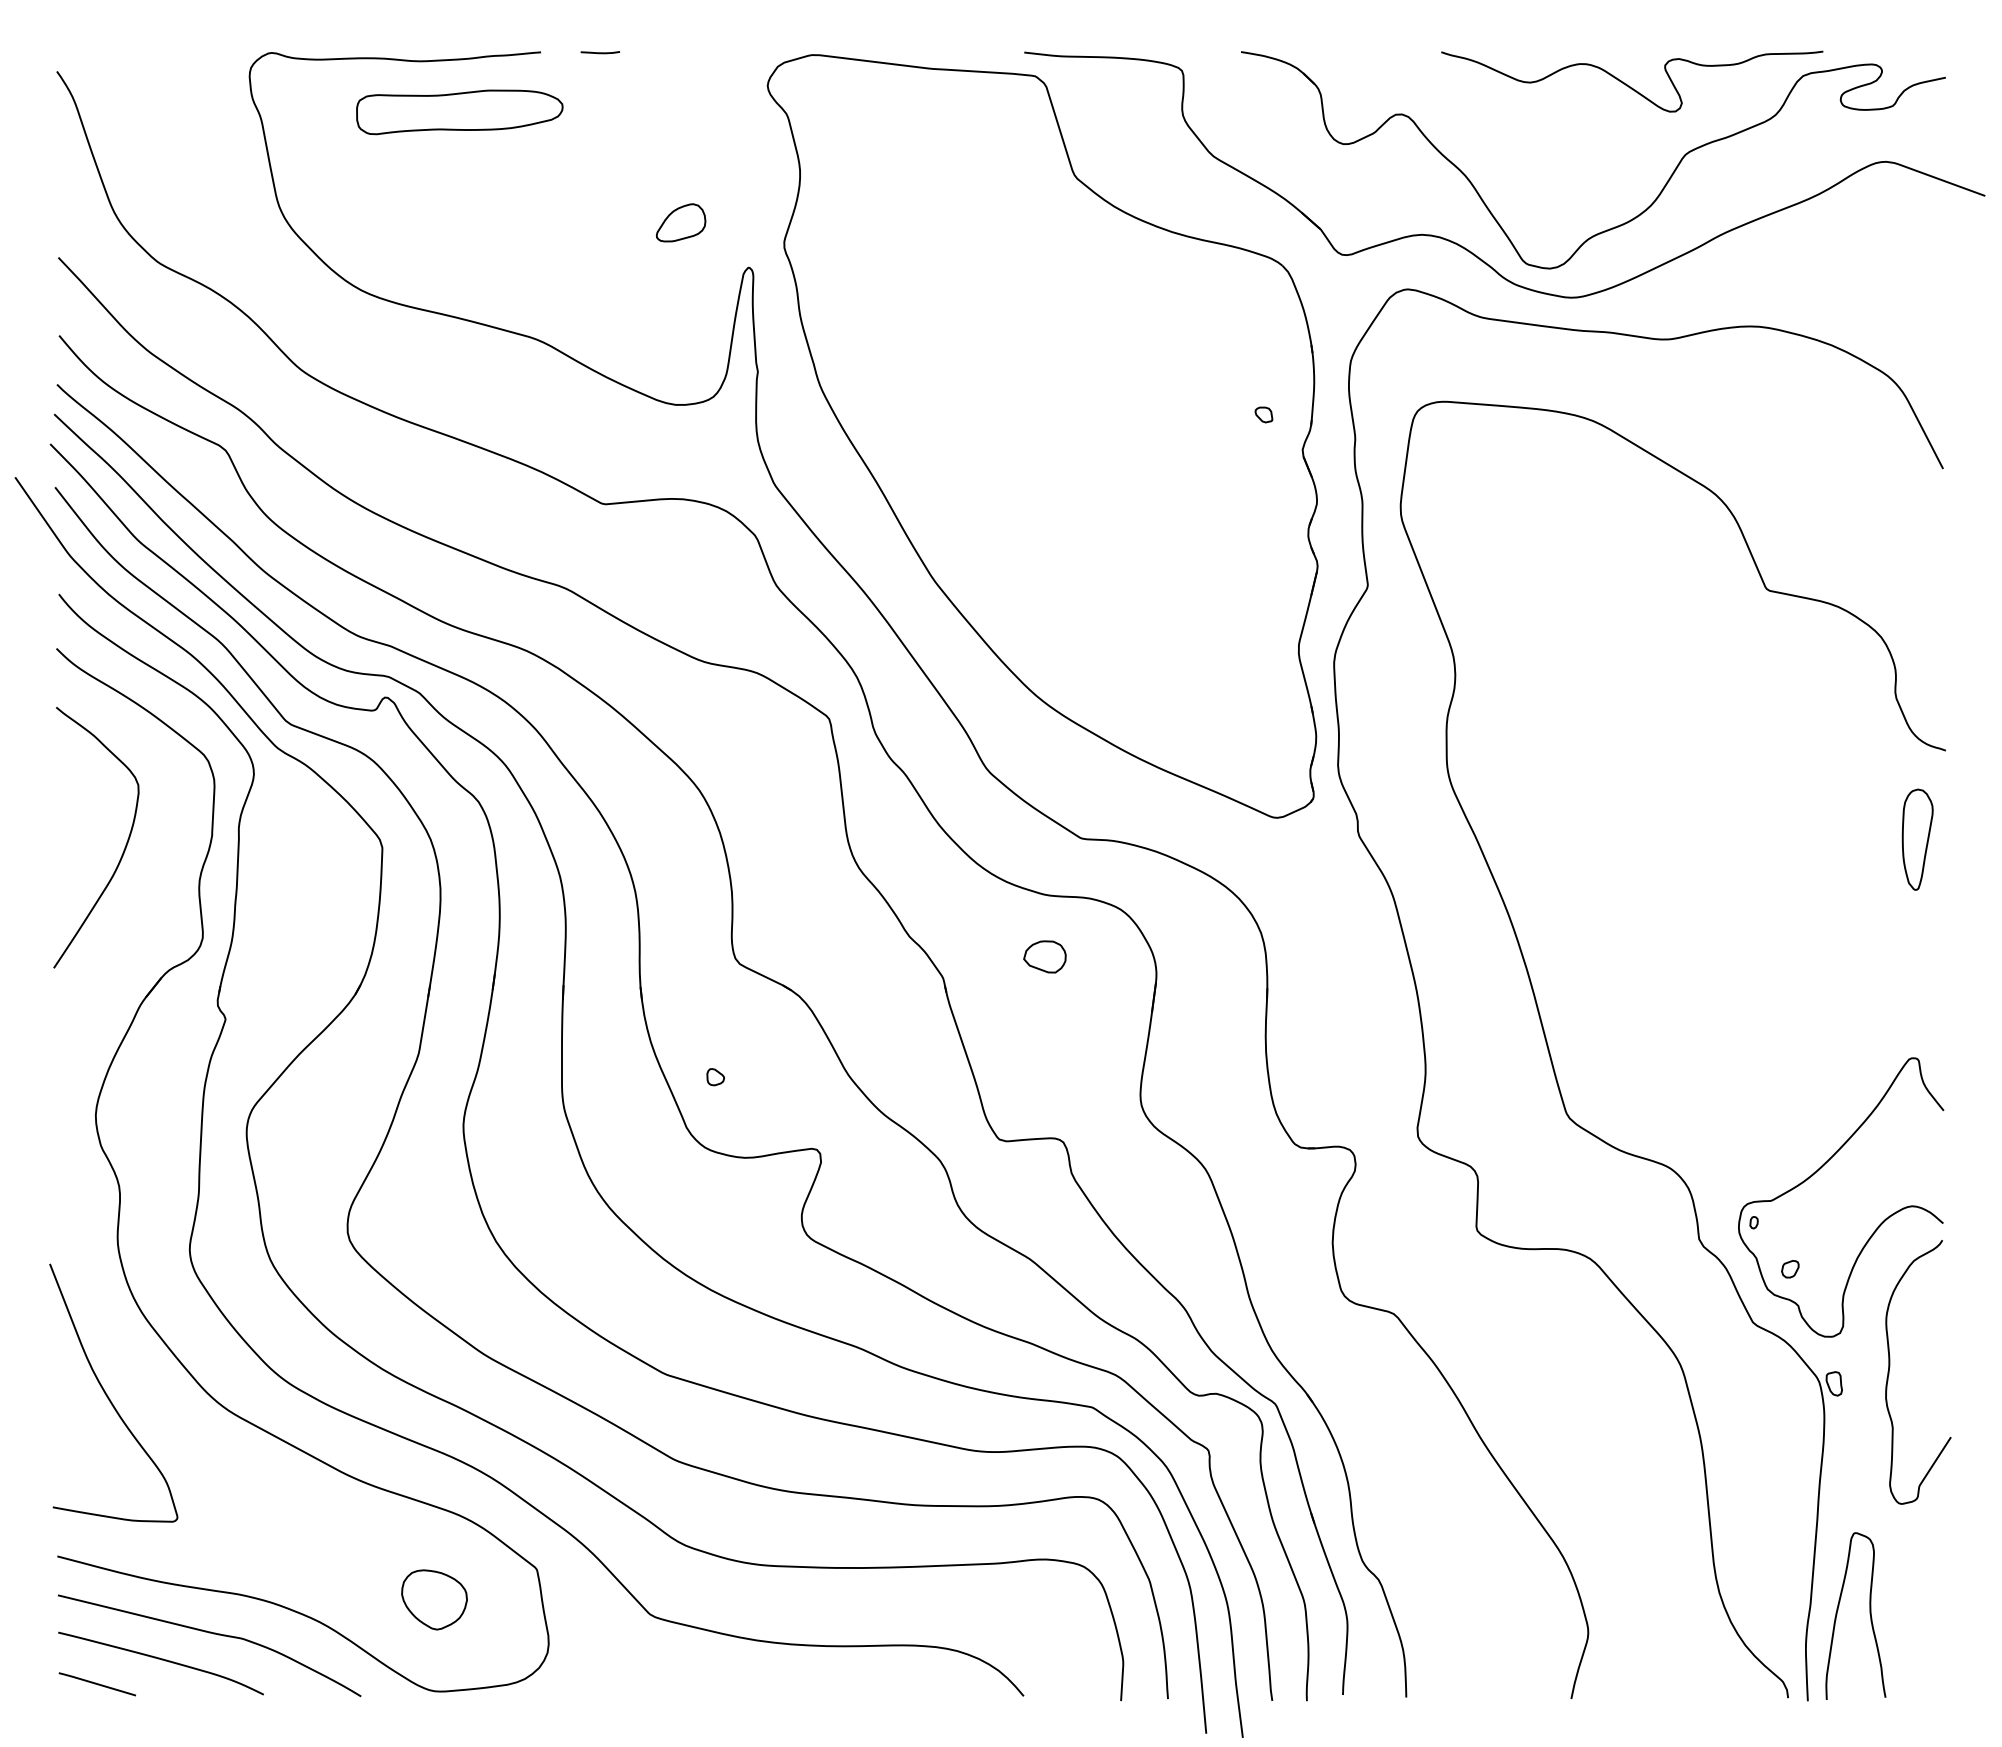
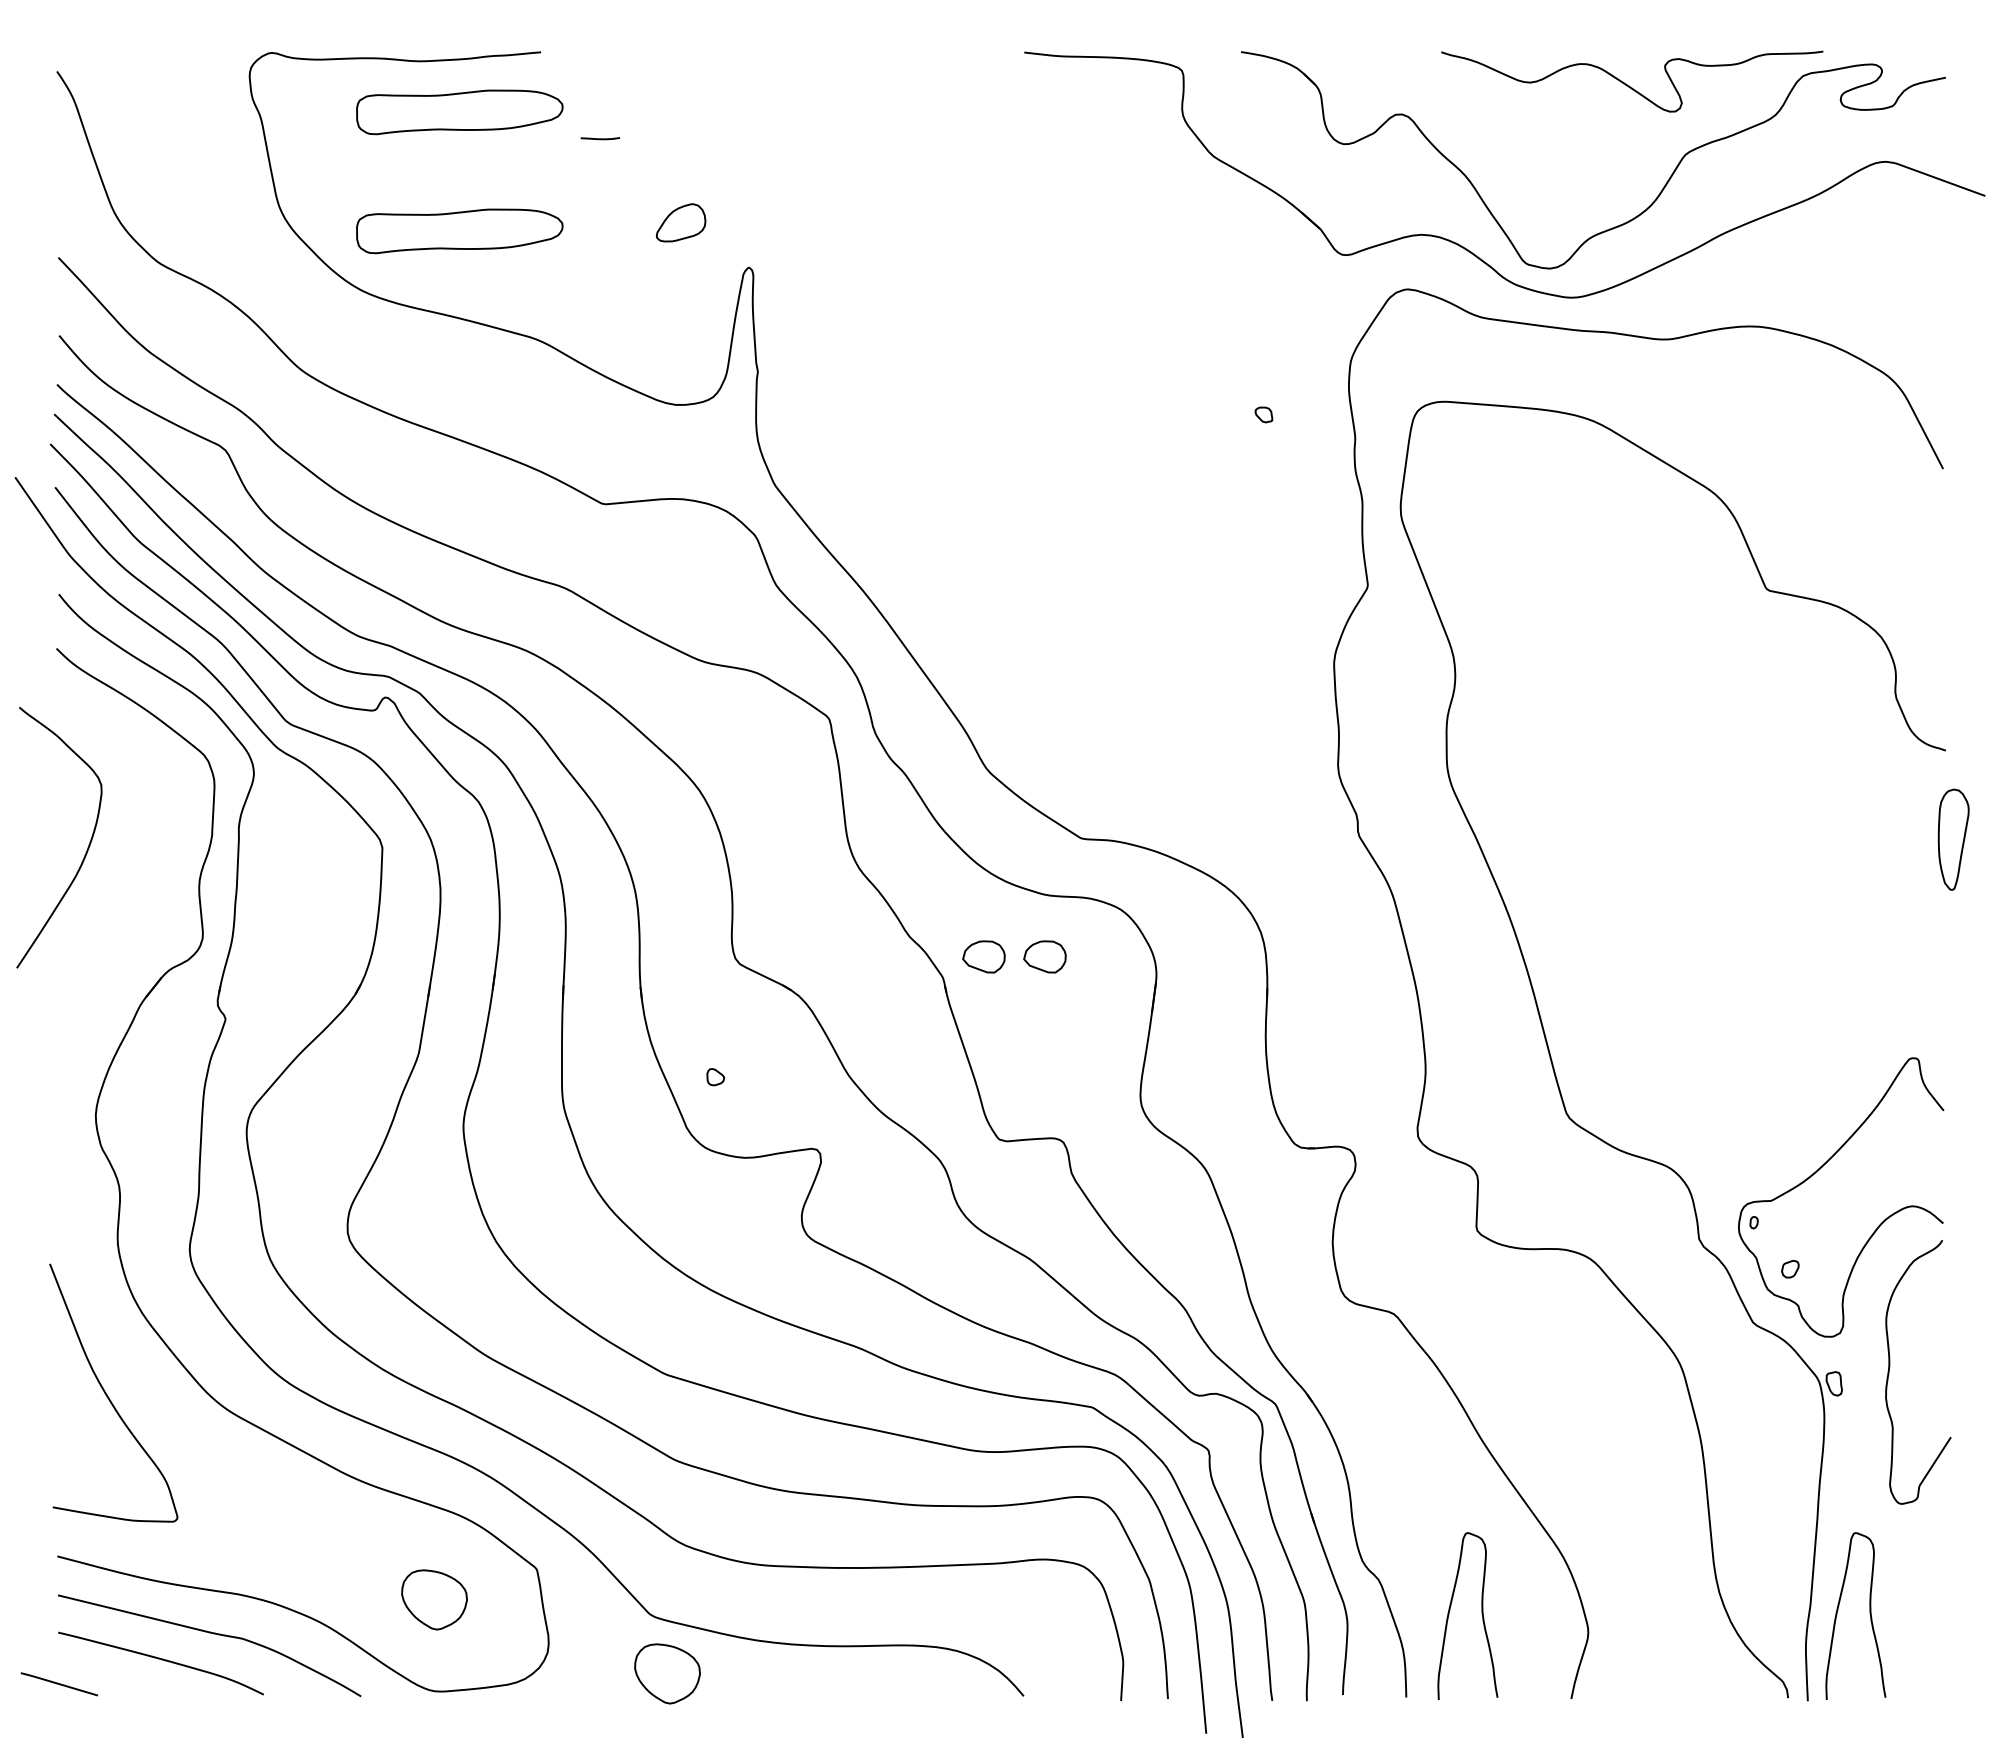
line at (600, 52) position: (600, 52) -> (600, 138)
part at (459, 231): none -> present
part at (1042, 436): present -> none
part at (1917, 839) position: (1917, 839) -> (1953, 839)
curve at (124, 847) position: (124, 847) -> (87, 847)
part at (983, 956): none -> present
curve at (1481, 1614): none -> present
part at (667, 1673): none -> present
line at (96, 1684) position: (96, 1684) -> (58, 1684)
